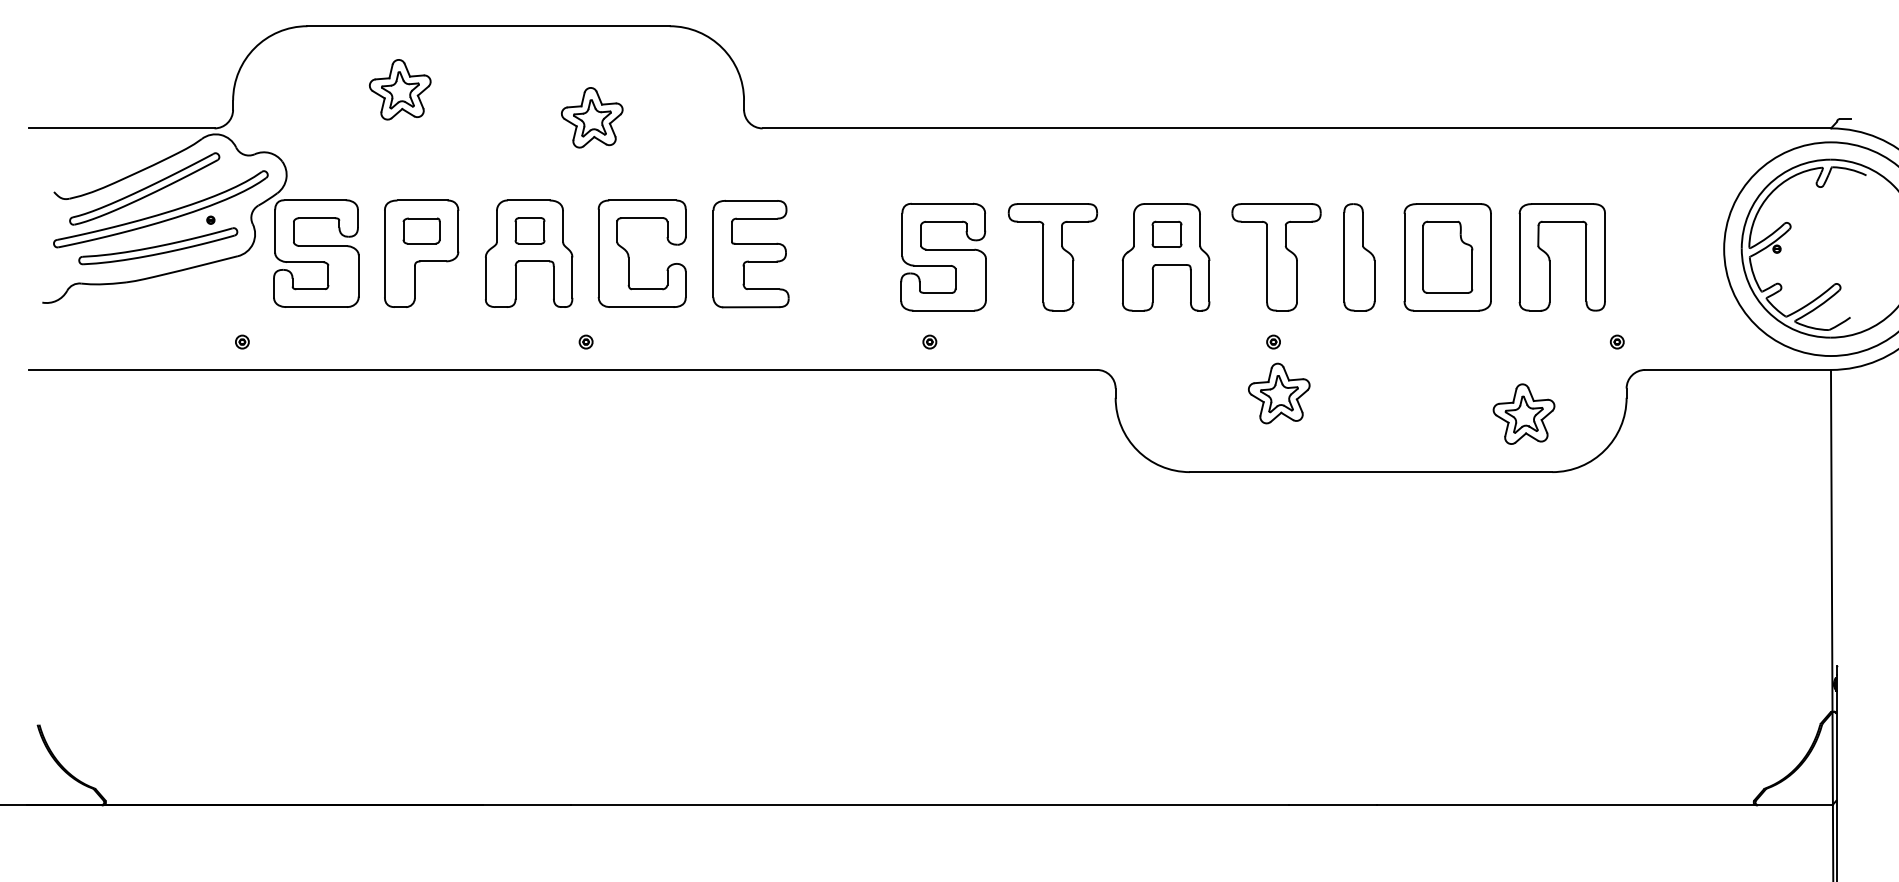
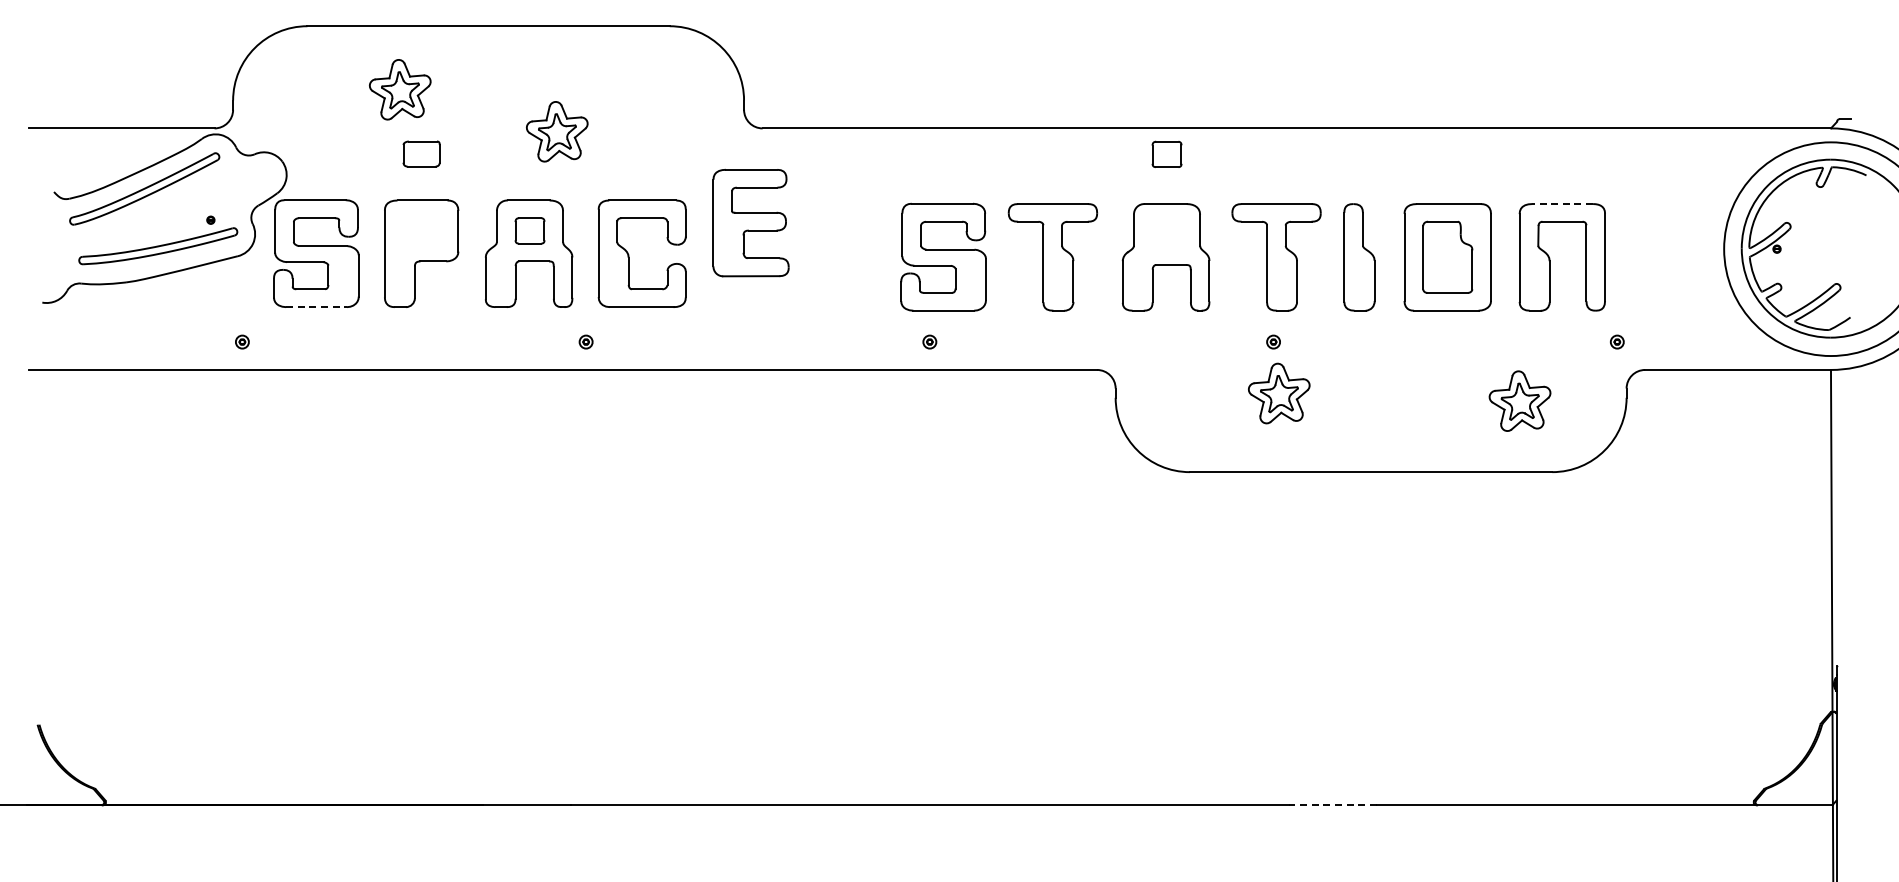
part at (592, 117) position: (592, 117) -> (557, 131)
line at (1562, 204): solid -> dashed
part at (160, 209): present -> none
part at (421, 230) position: (421, 230) -> (421, 153)
part at (1166, 233) position: (1166, 233) -> (1166, 153)
part at (750, 253) position: (750, 253) -> (750, 222)
line at (317, 307): solid -> dashed
part at (1523, 413) position: (1523, 413) -> (1519, 400)
line at (1332, 805): solid -> dashed
